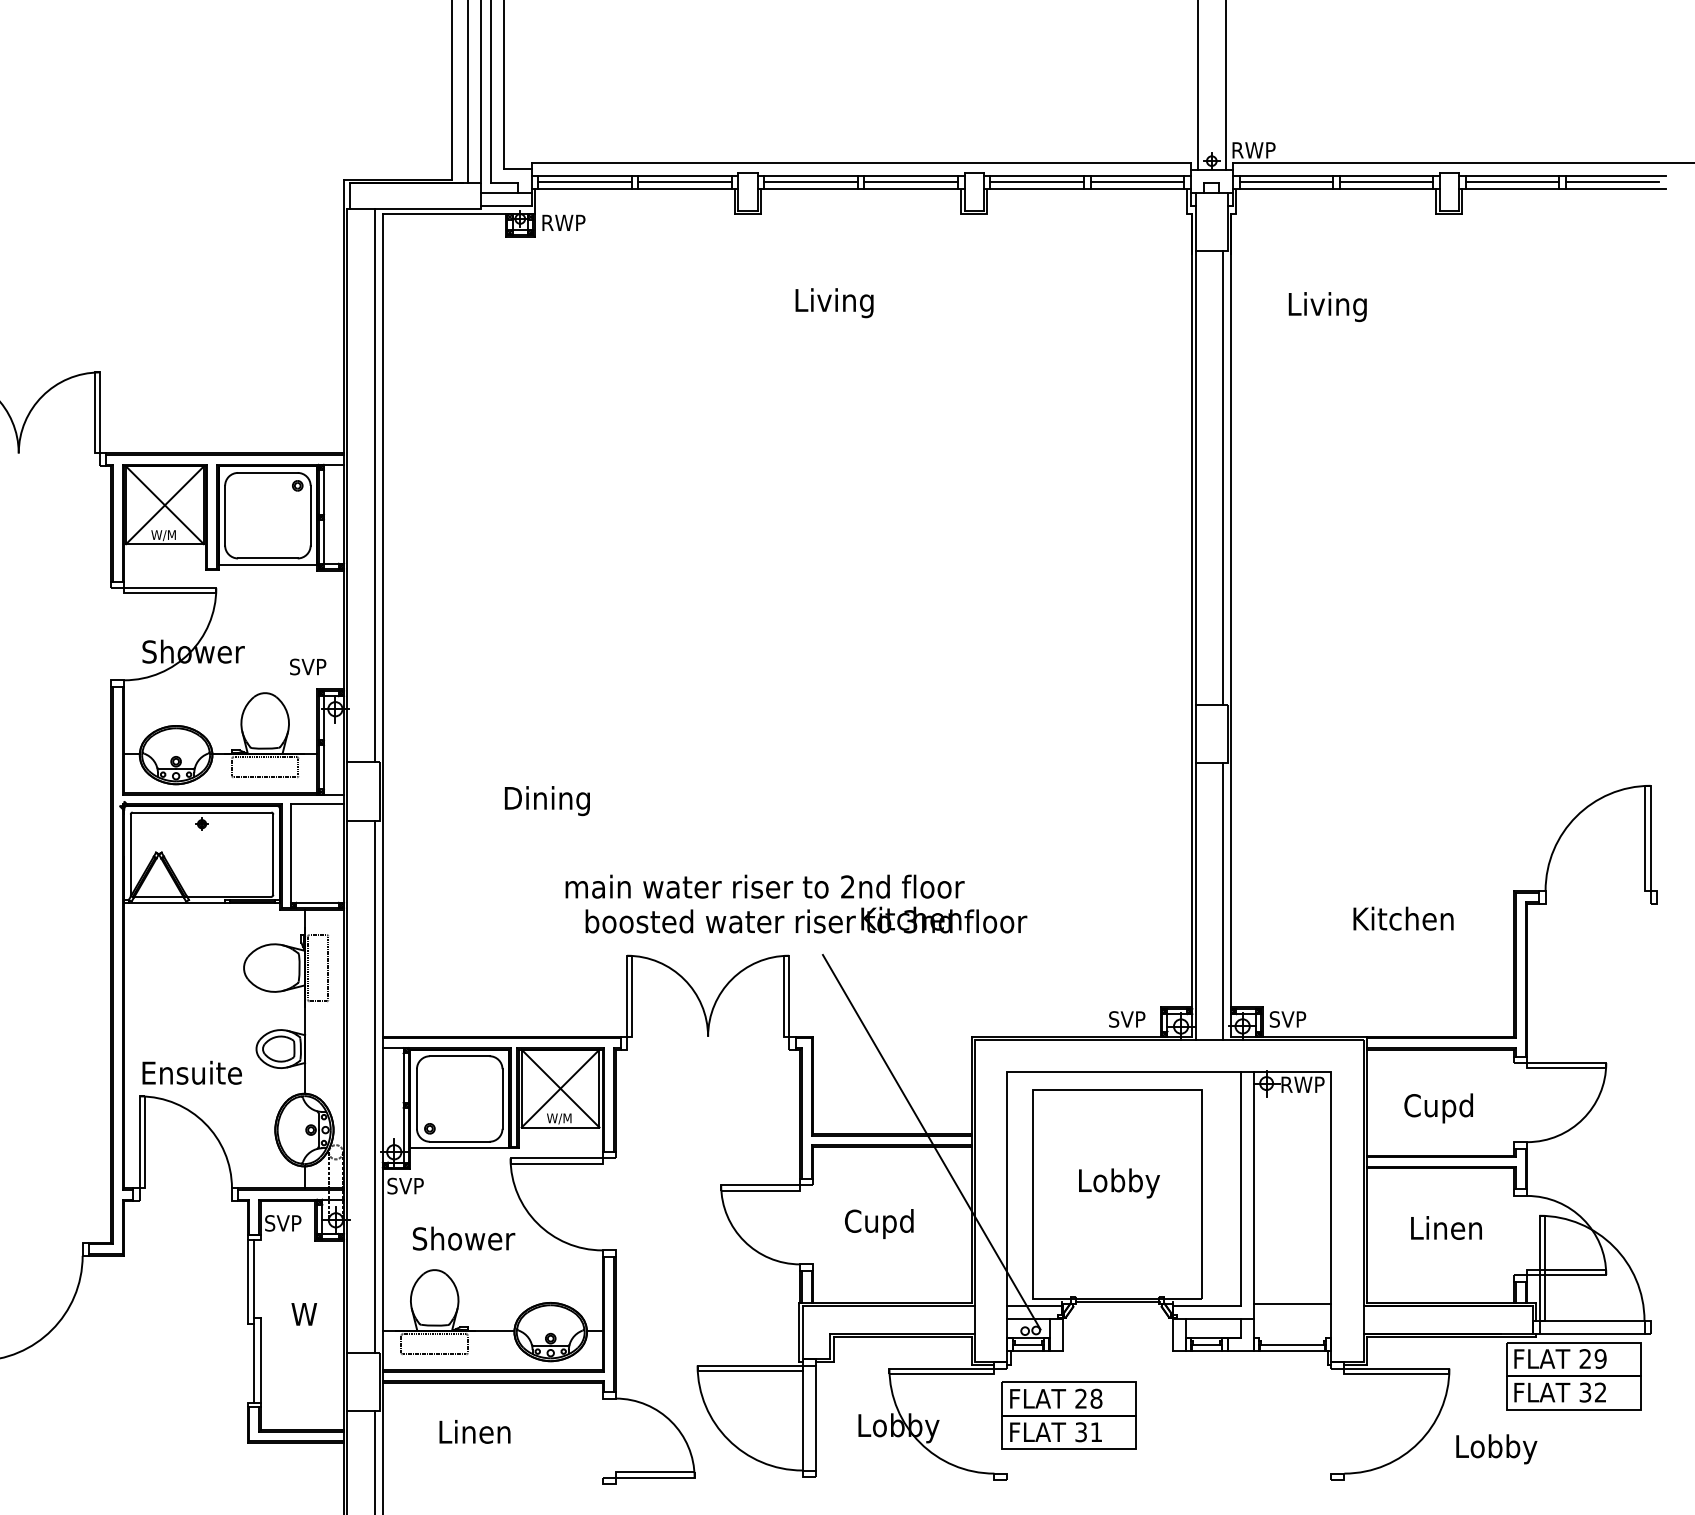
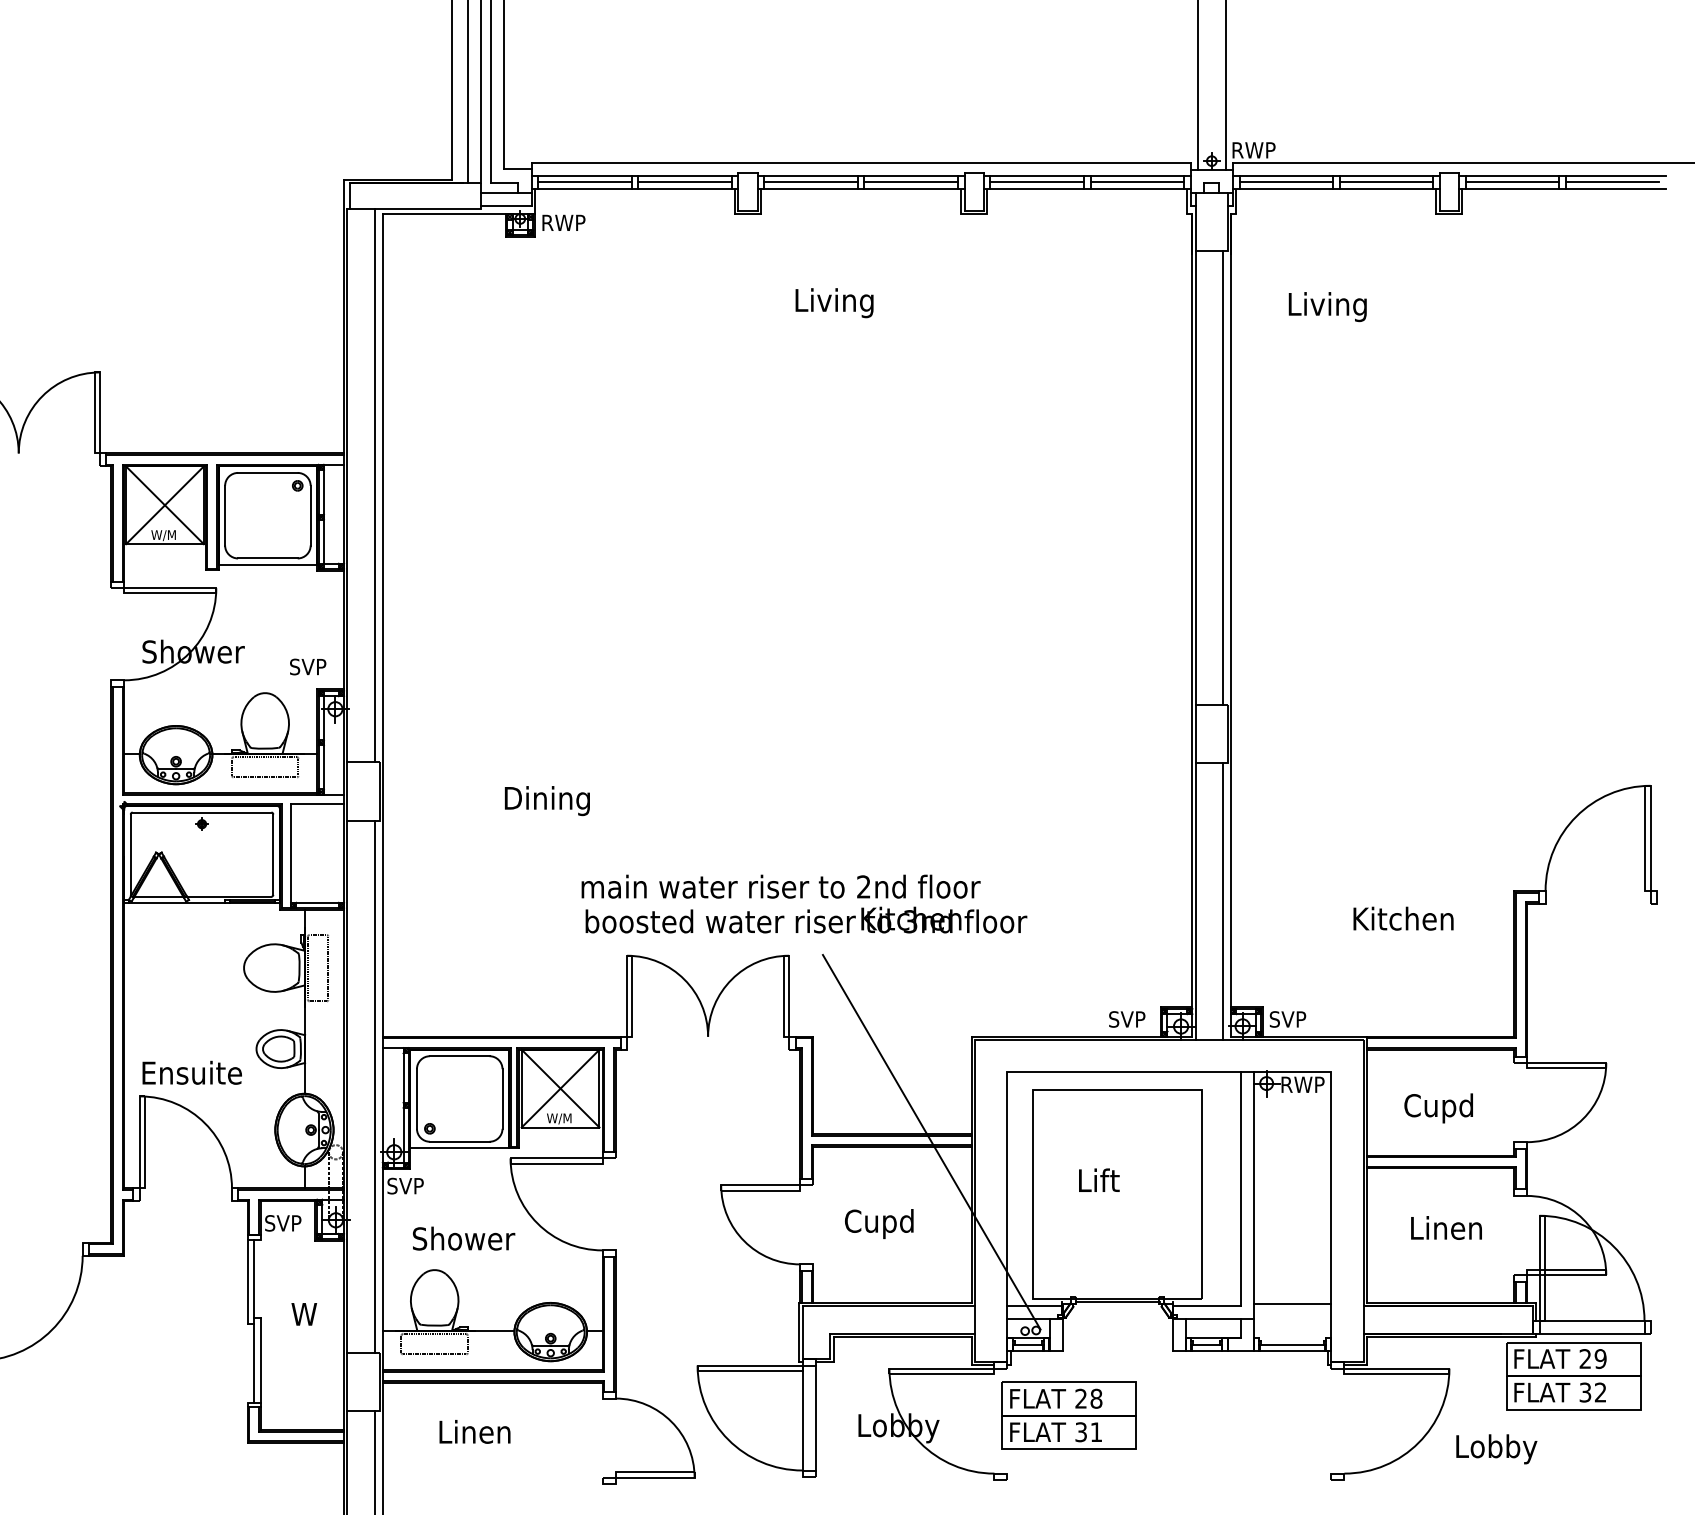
text at (764, 886) position: (764, 886) -> (780, 886)
text at (1126, 1183): Lobby -> Lift
